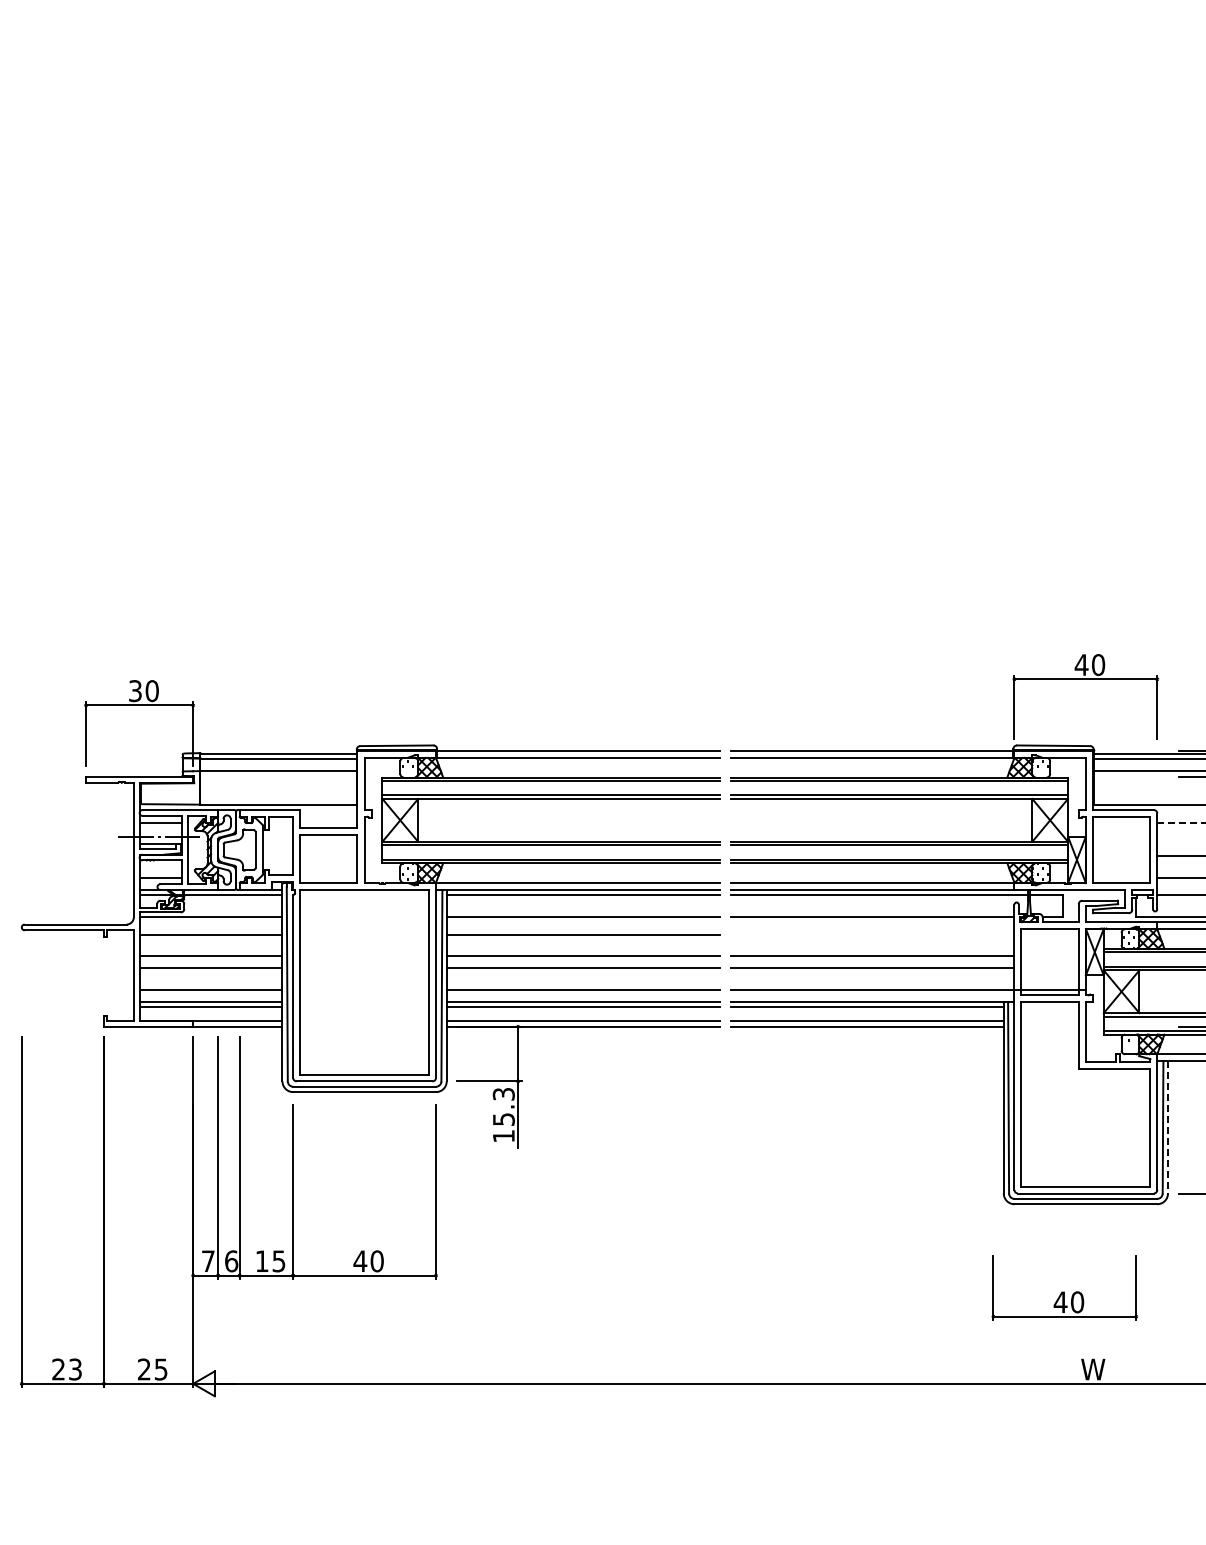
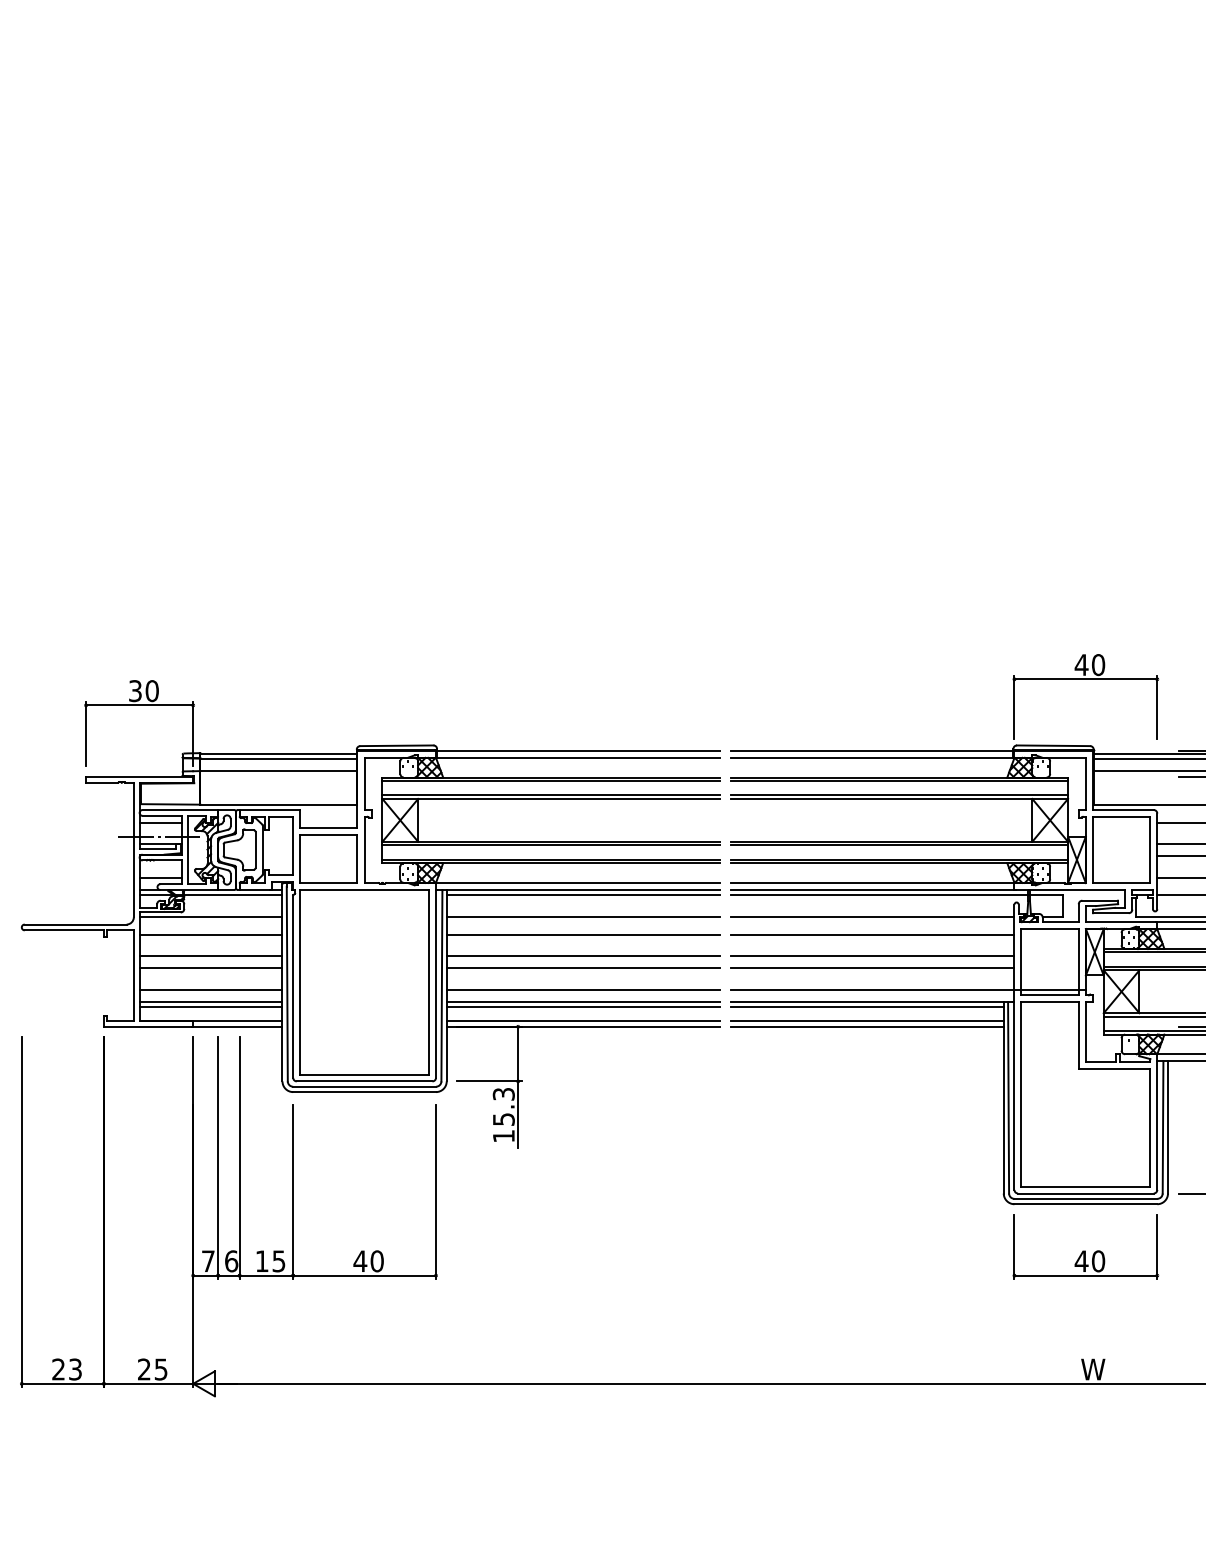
line at (1181, 822): dashed -> solid
line at (1179, 843): none -> present
line at (872, 934): none -> present
line at (1168, 1127): dashed -> solid
part at (1064, 1287) position: (1064, 1287) -> (1085, 1246)
